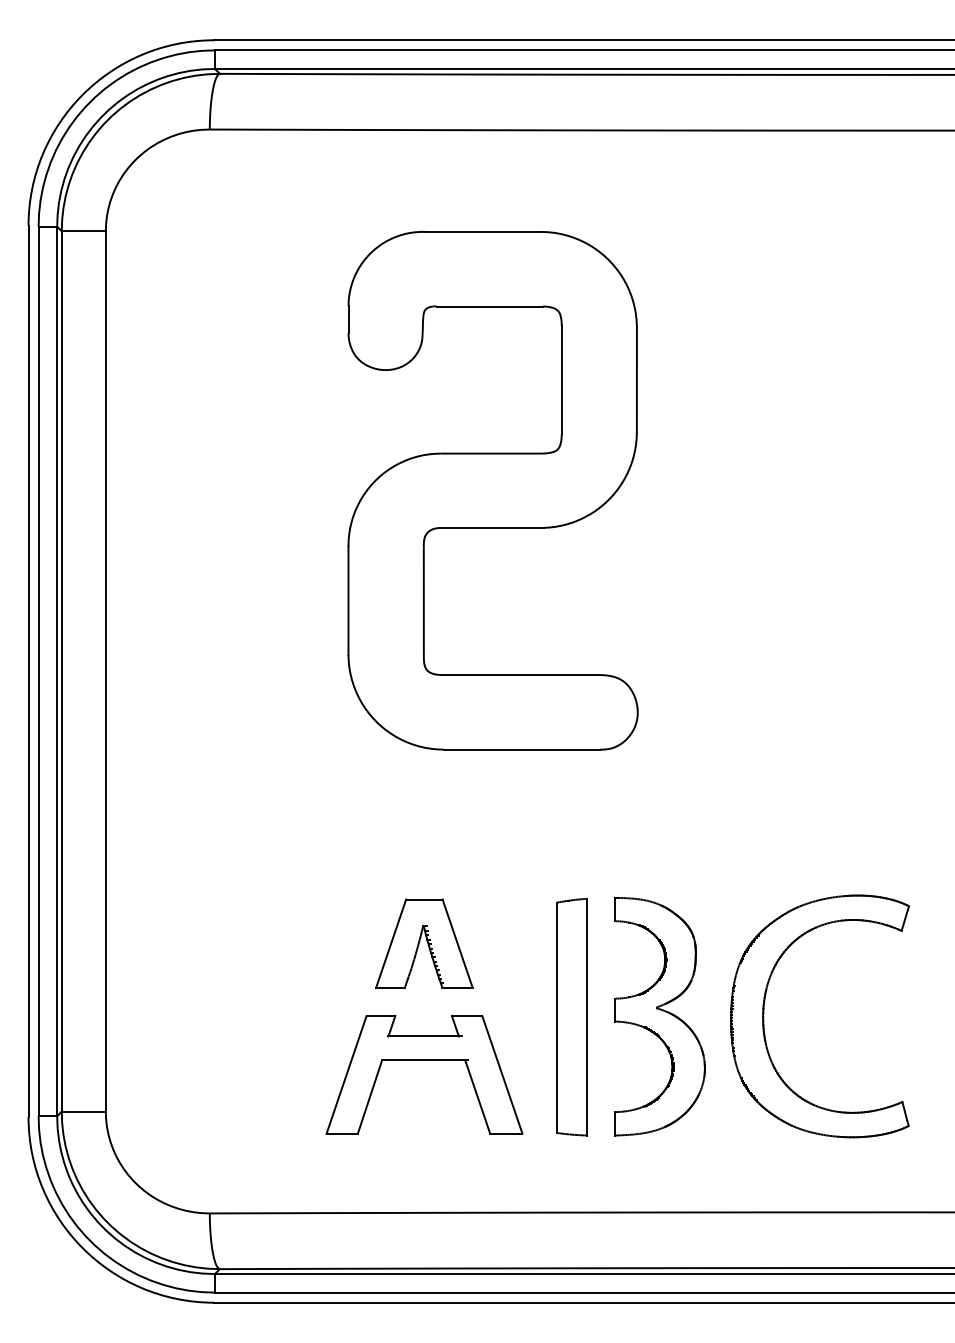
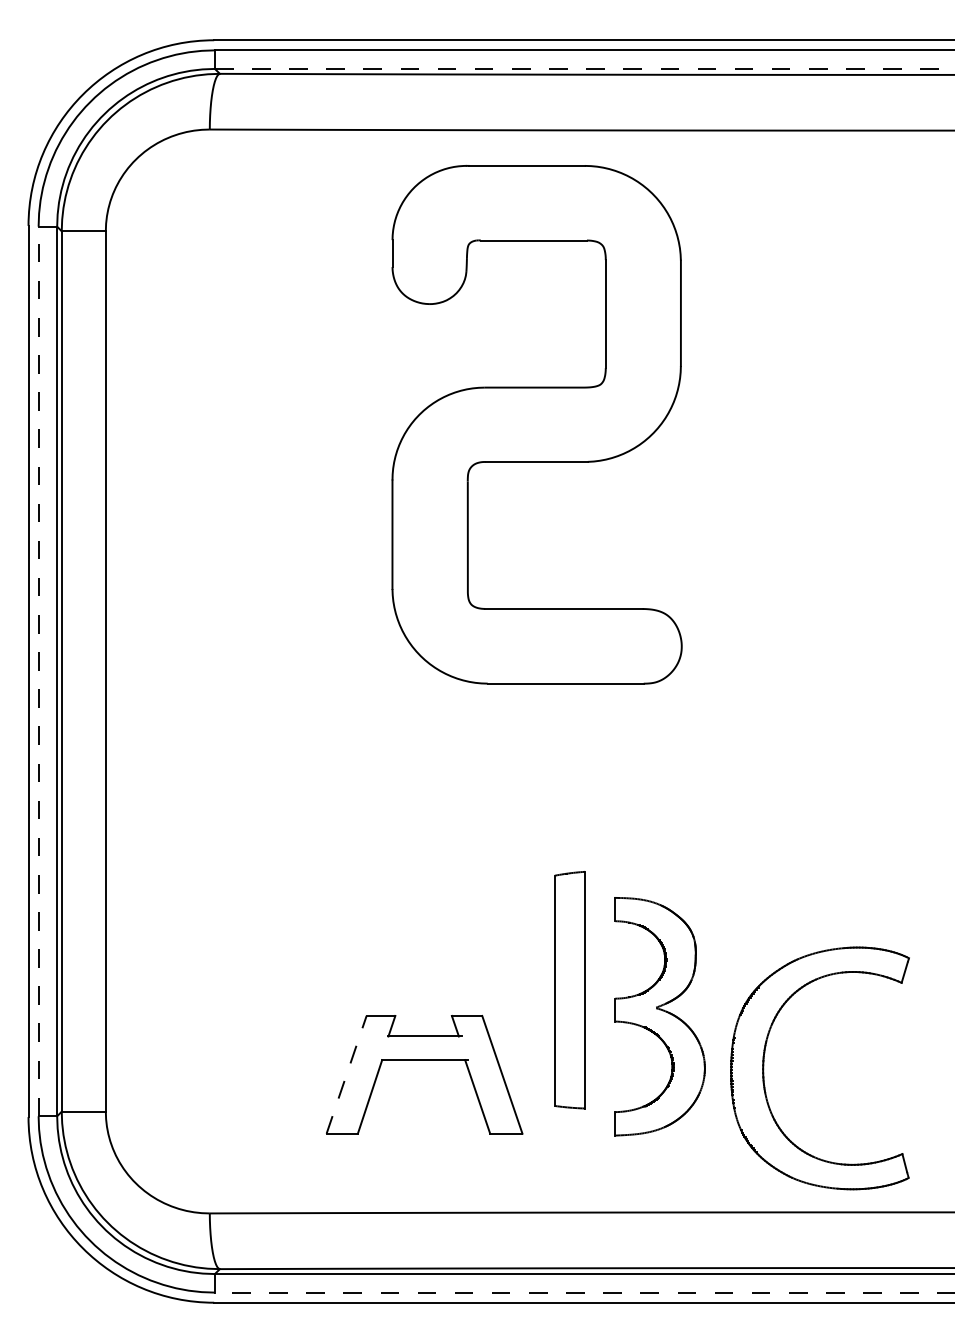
line at (584, 68): solid -> dashed
part at (492, 490) position: (492, 490) -> (536, 424)
line at (38, 671): solid -> dashed
part at (424, 943): present -> none
part at (764, 1016) position: (764, 1016) -> (764, 1068)
part at (571, 1017) position: (571, 1017) -> (569, 990)
line at (346, 1074): solid -> dashed
line at (584, 1292): solid -> dashed
